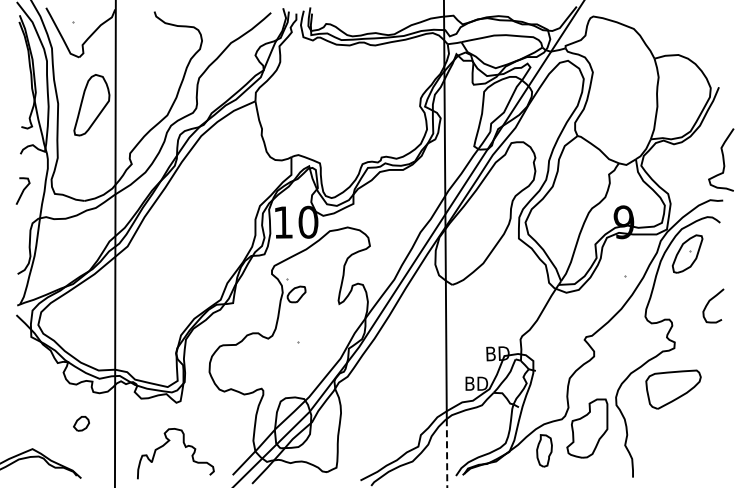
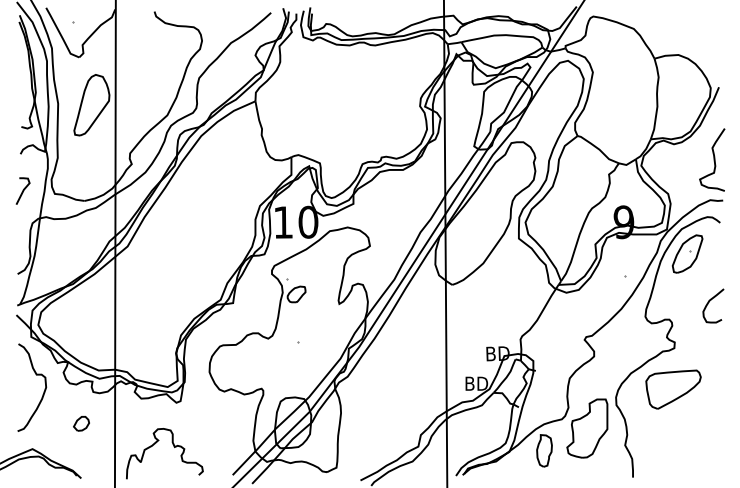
curve at (722, 159) position: (722, 159) -> (713, 159)
curve at (43, 391): none -> present
curve at (185, 448) position: (185, 448) -> (174, 448)
line at (447, 453): dashed -> solid
